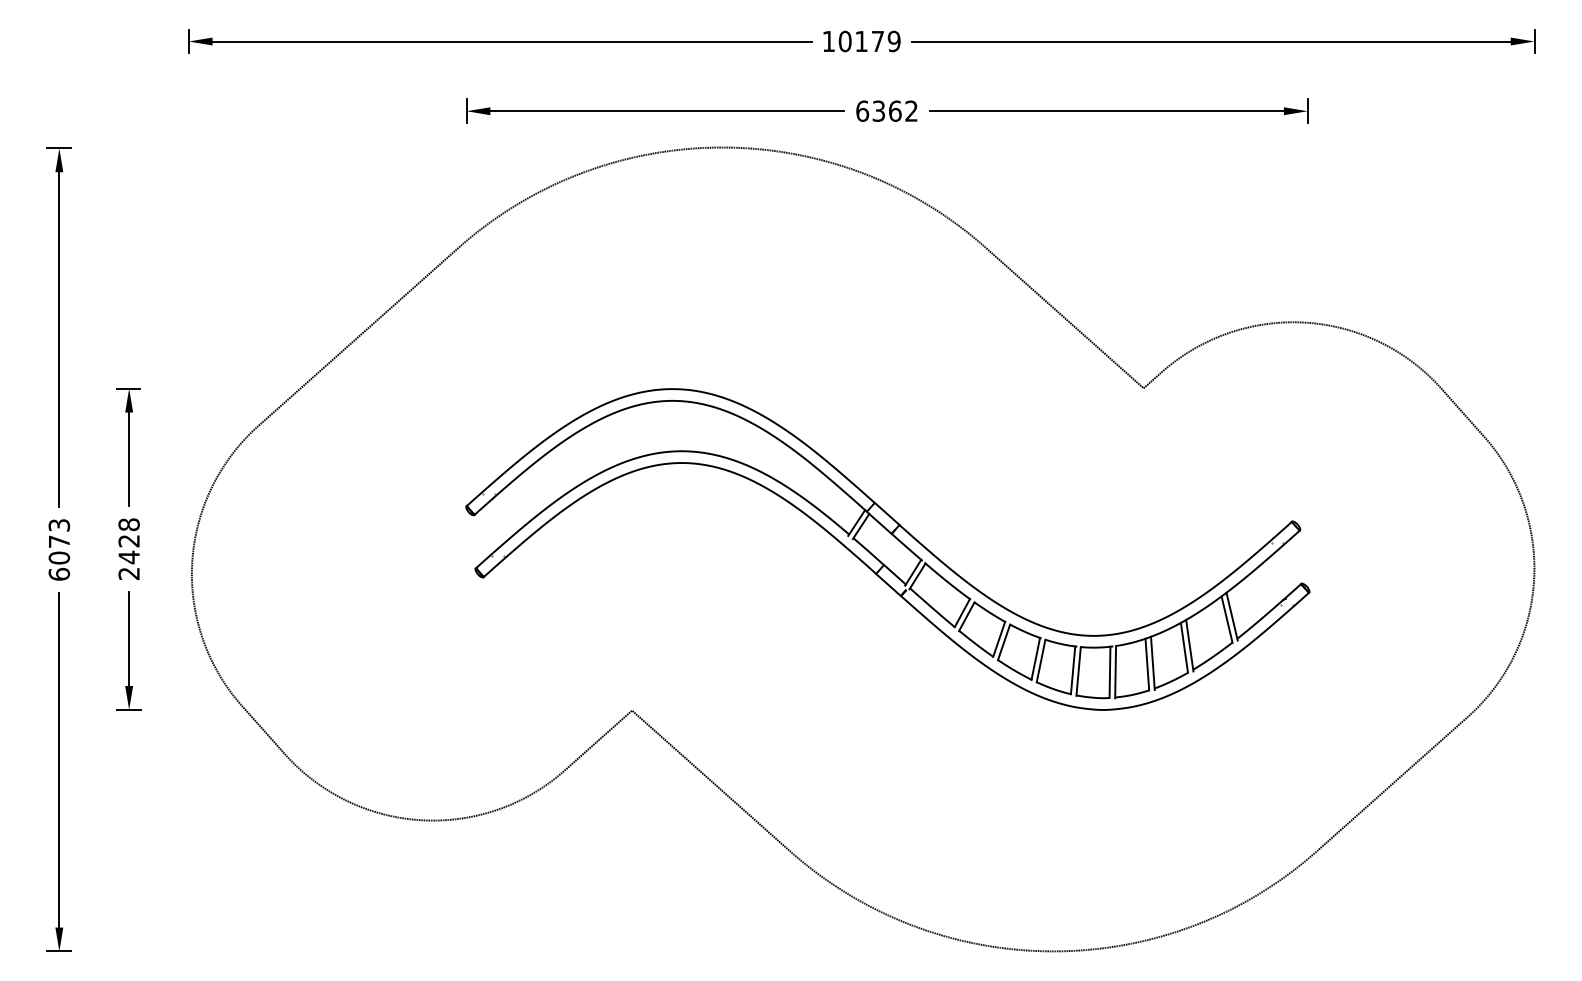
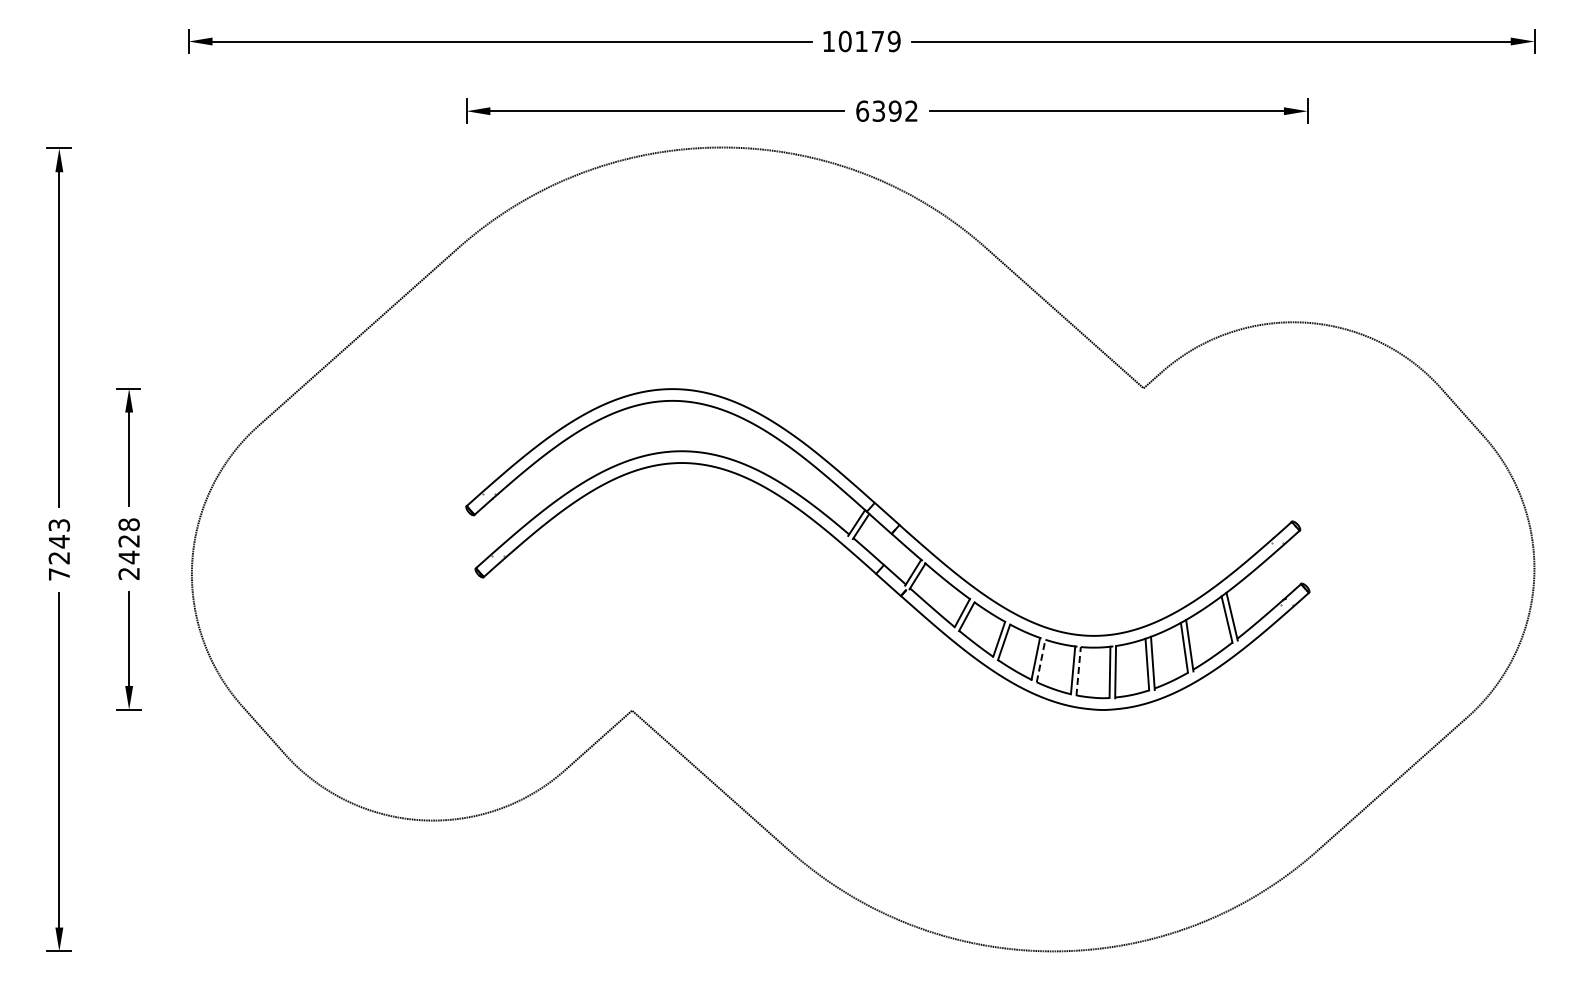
text at (894, 110): 6362 -> 6392
text at (59, 557): 6073 -> 7243
line at (1041, 661): solid -> dashed
line at (1078, 670): solid -> dashed
